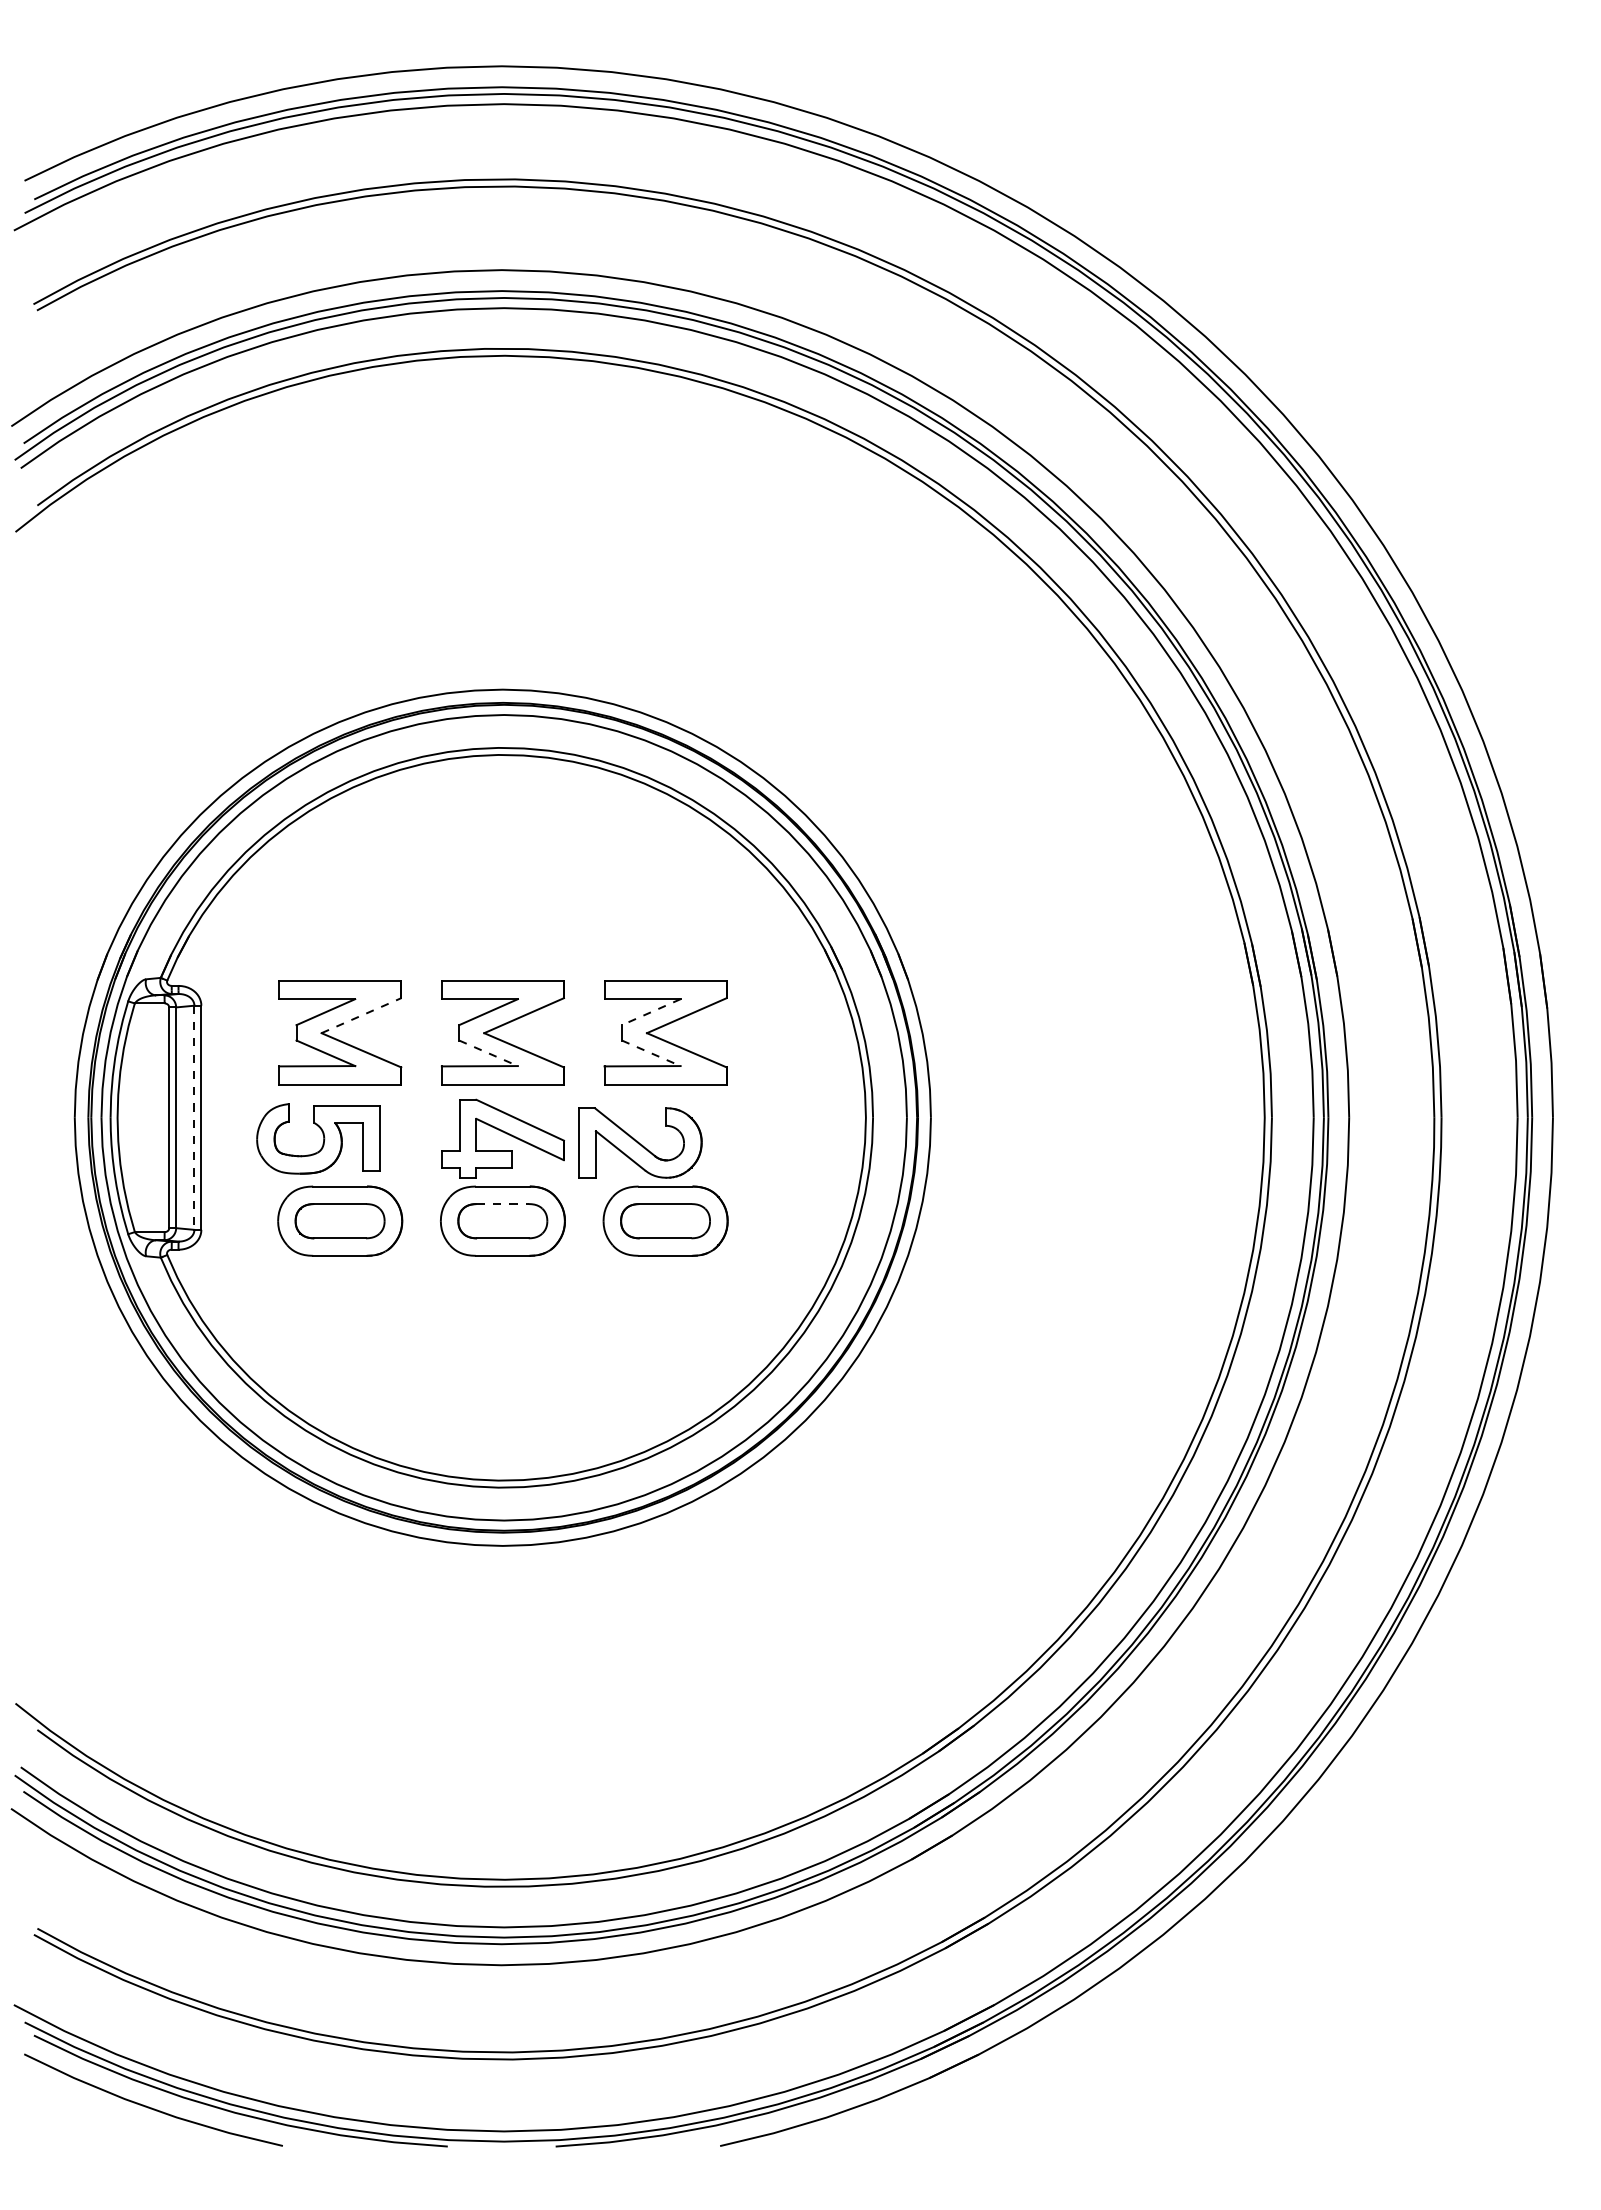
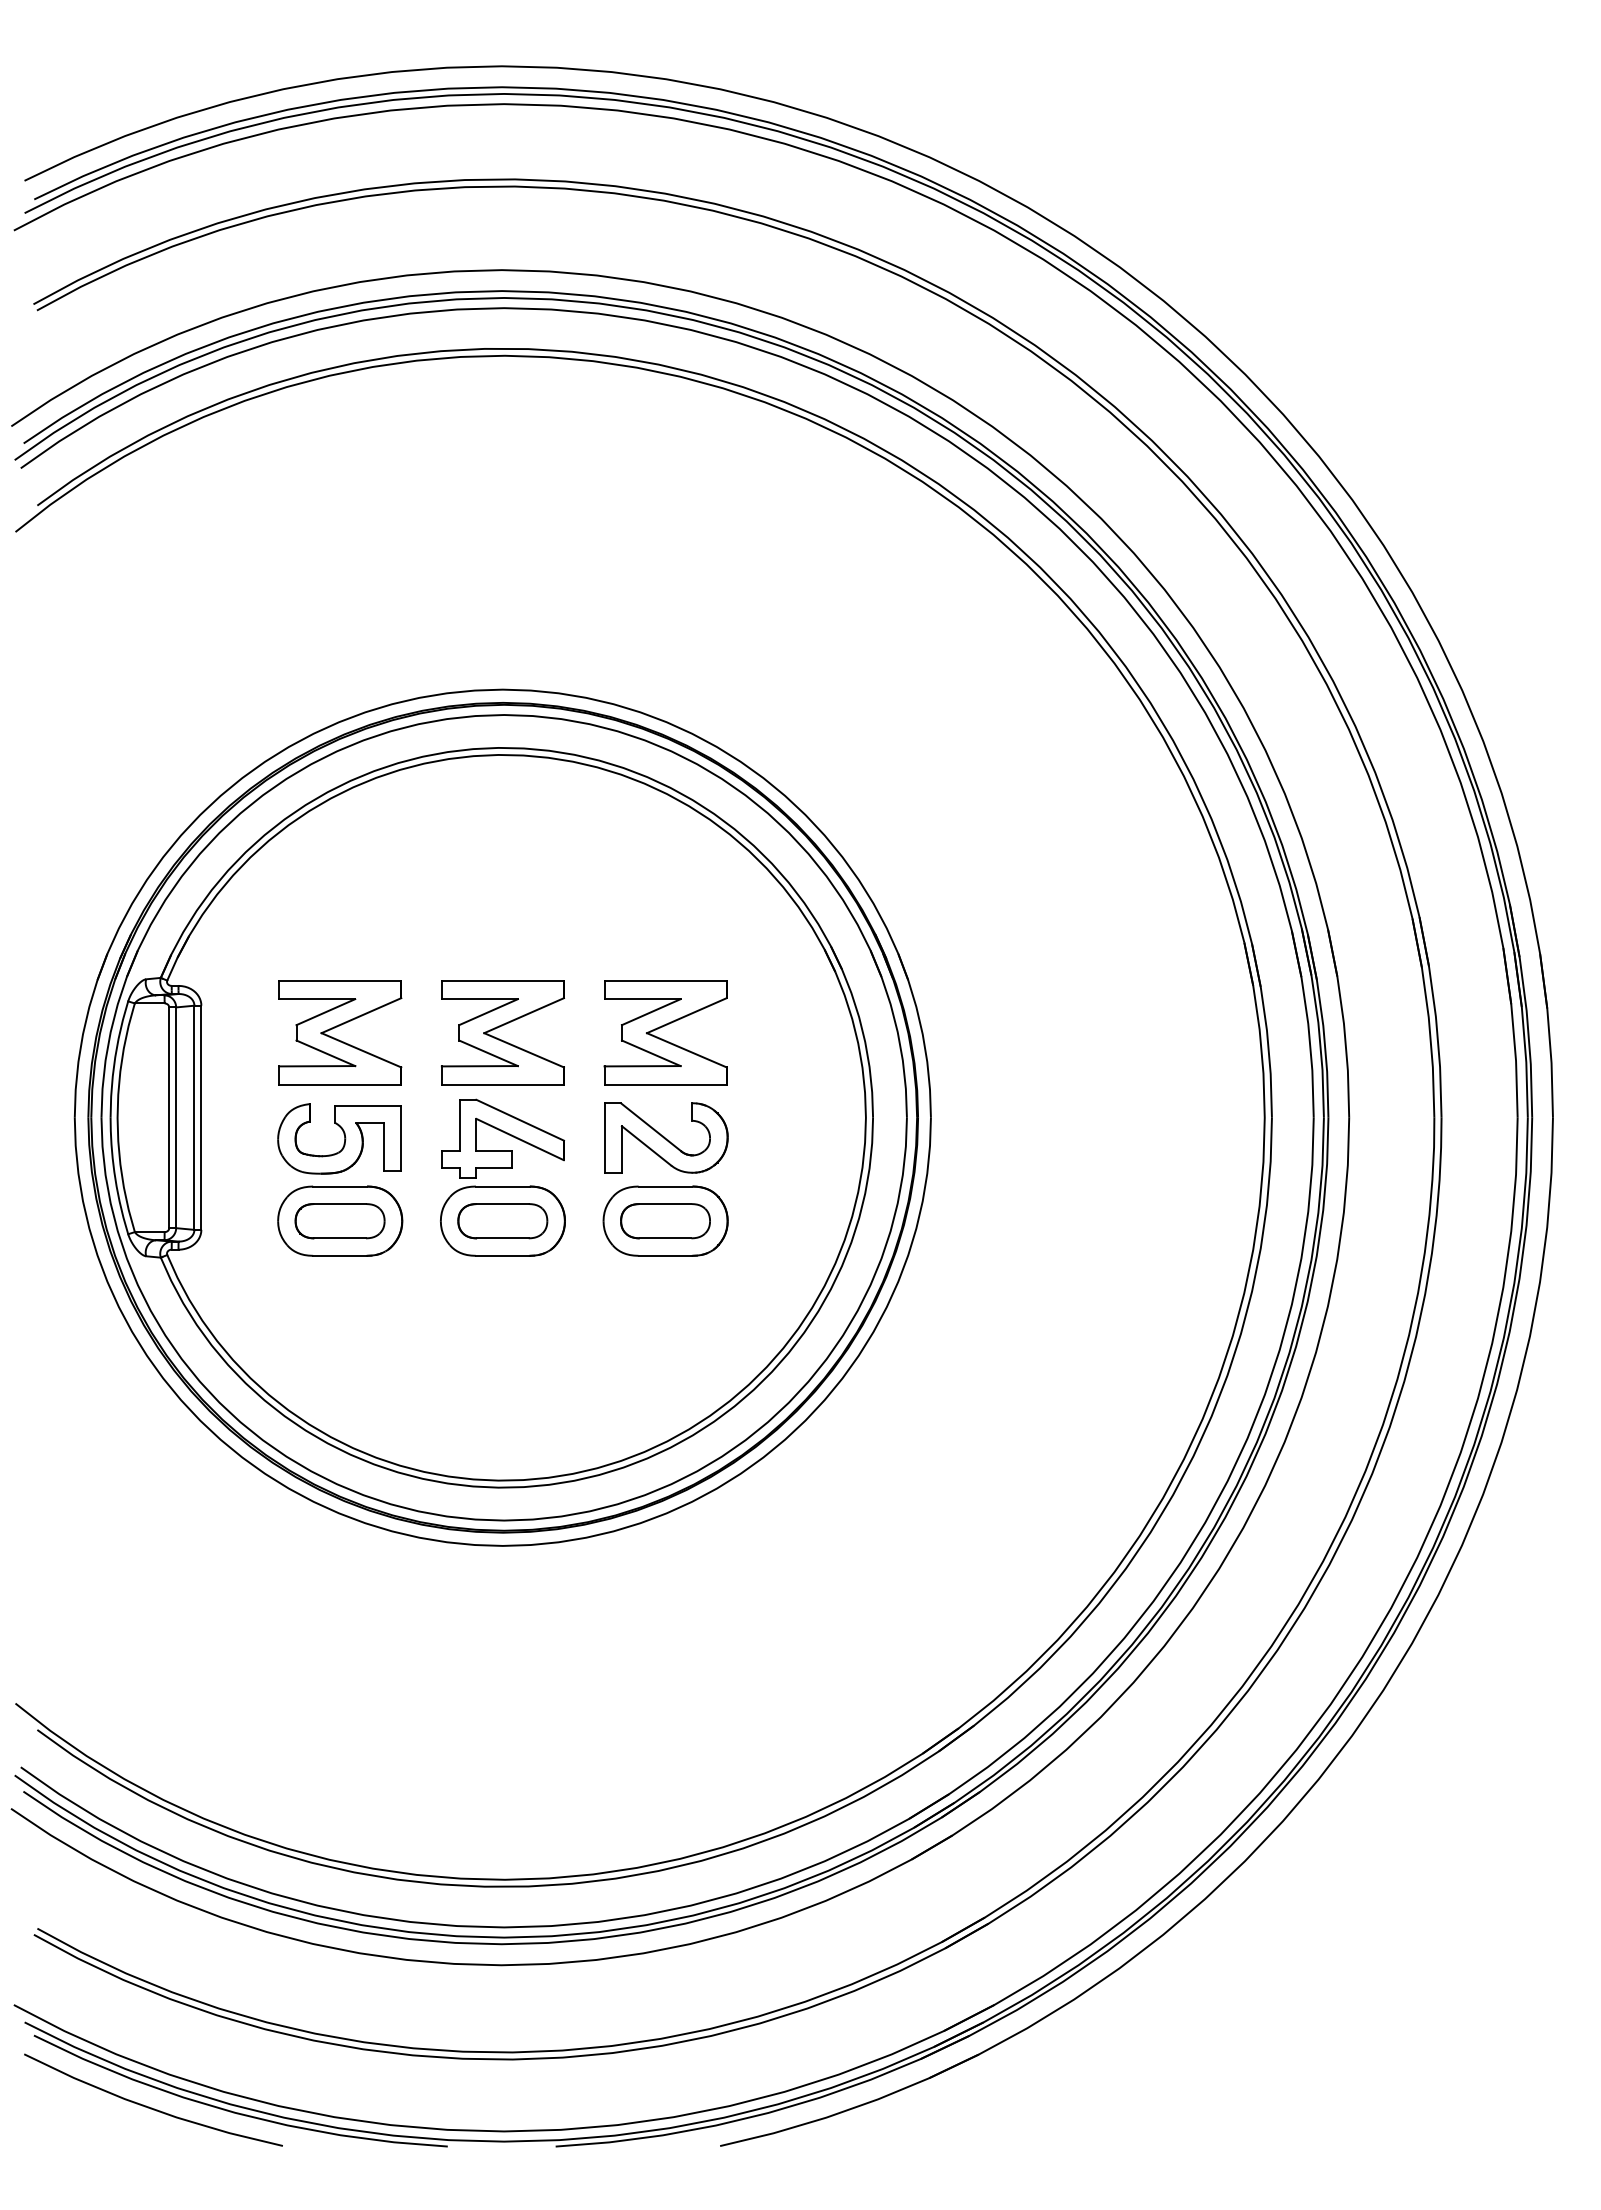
line at (650, 1012): dashed -> solid
line at (361, 1015): dashed -> solid
line at (488, 1053): dashed -> solid
line at (651, 1053): dashed -> solid
line at (194, 1118): dashed -> solid
part at (318, 1138) position: (318, 1138) -> (339, 1138)
part at (640, 1142) position: (640, 1142) -> (666, 1137)
line at (502, 1204): dashed -> solid
